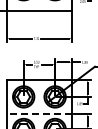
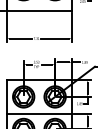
line at (39, 113): dashed -> solid
